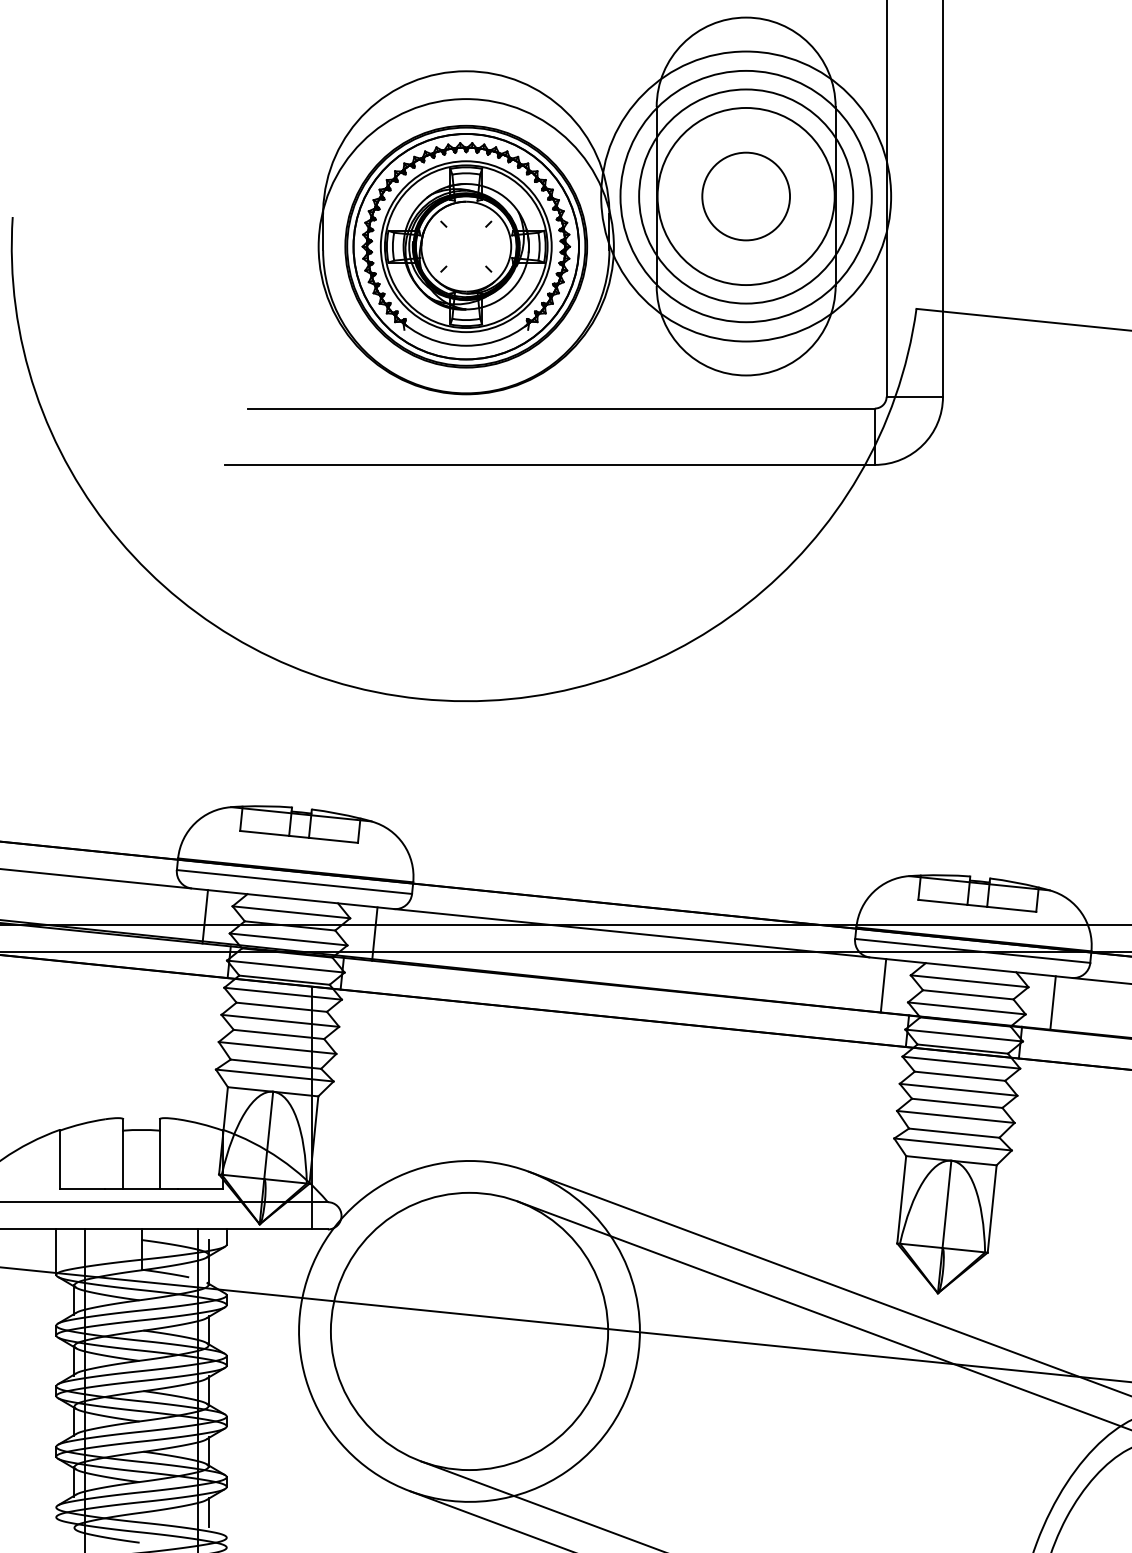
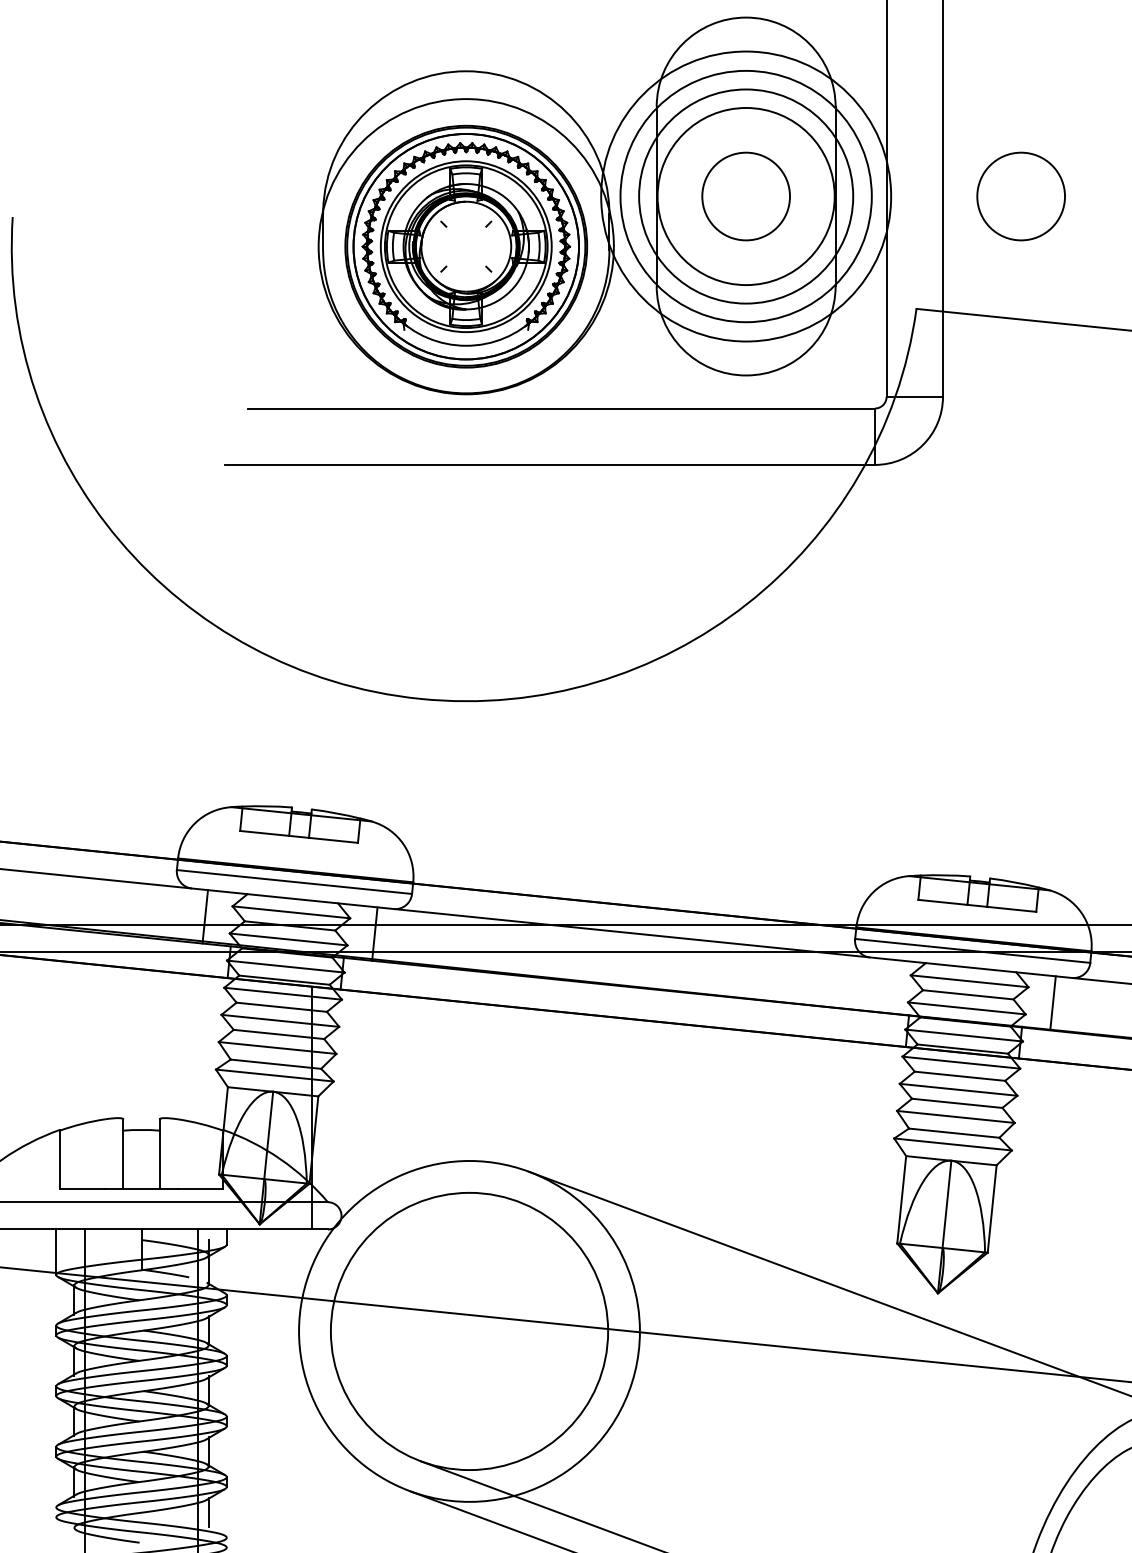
circle at (1020, 196): none -> present
line at (883, 985): present -> none
line at (822, 1315): present -> none
